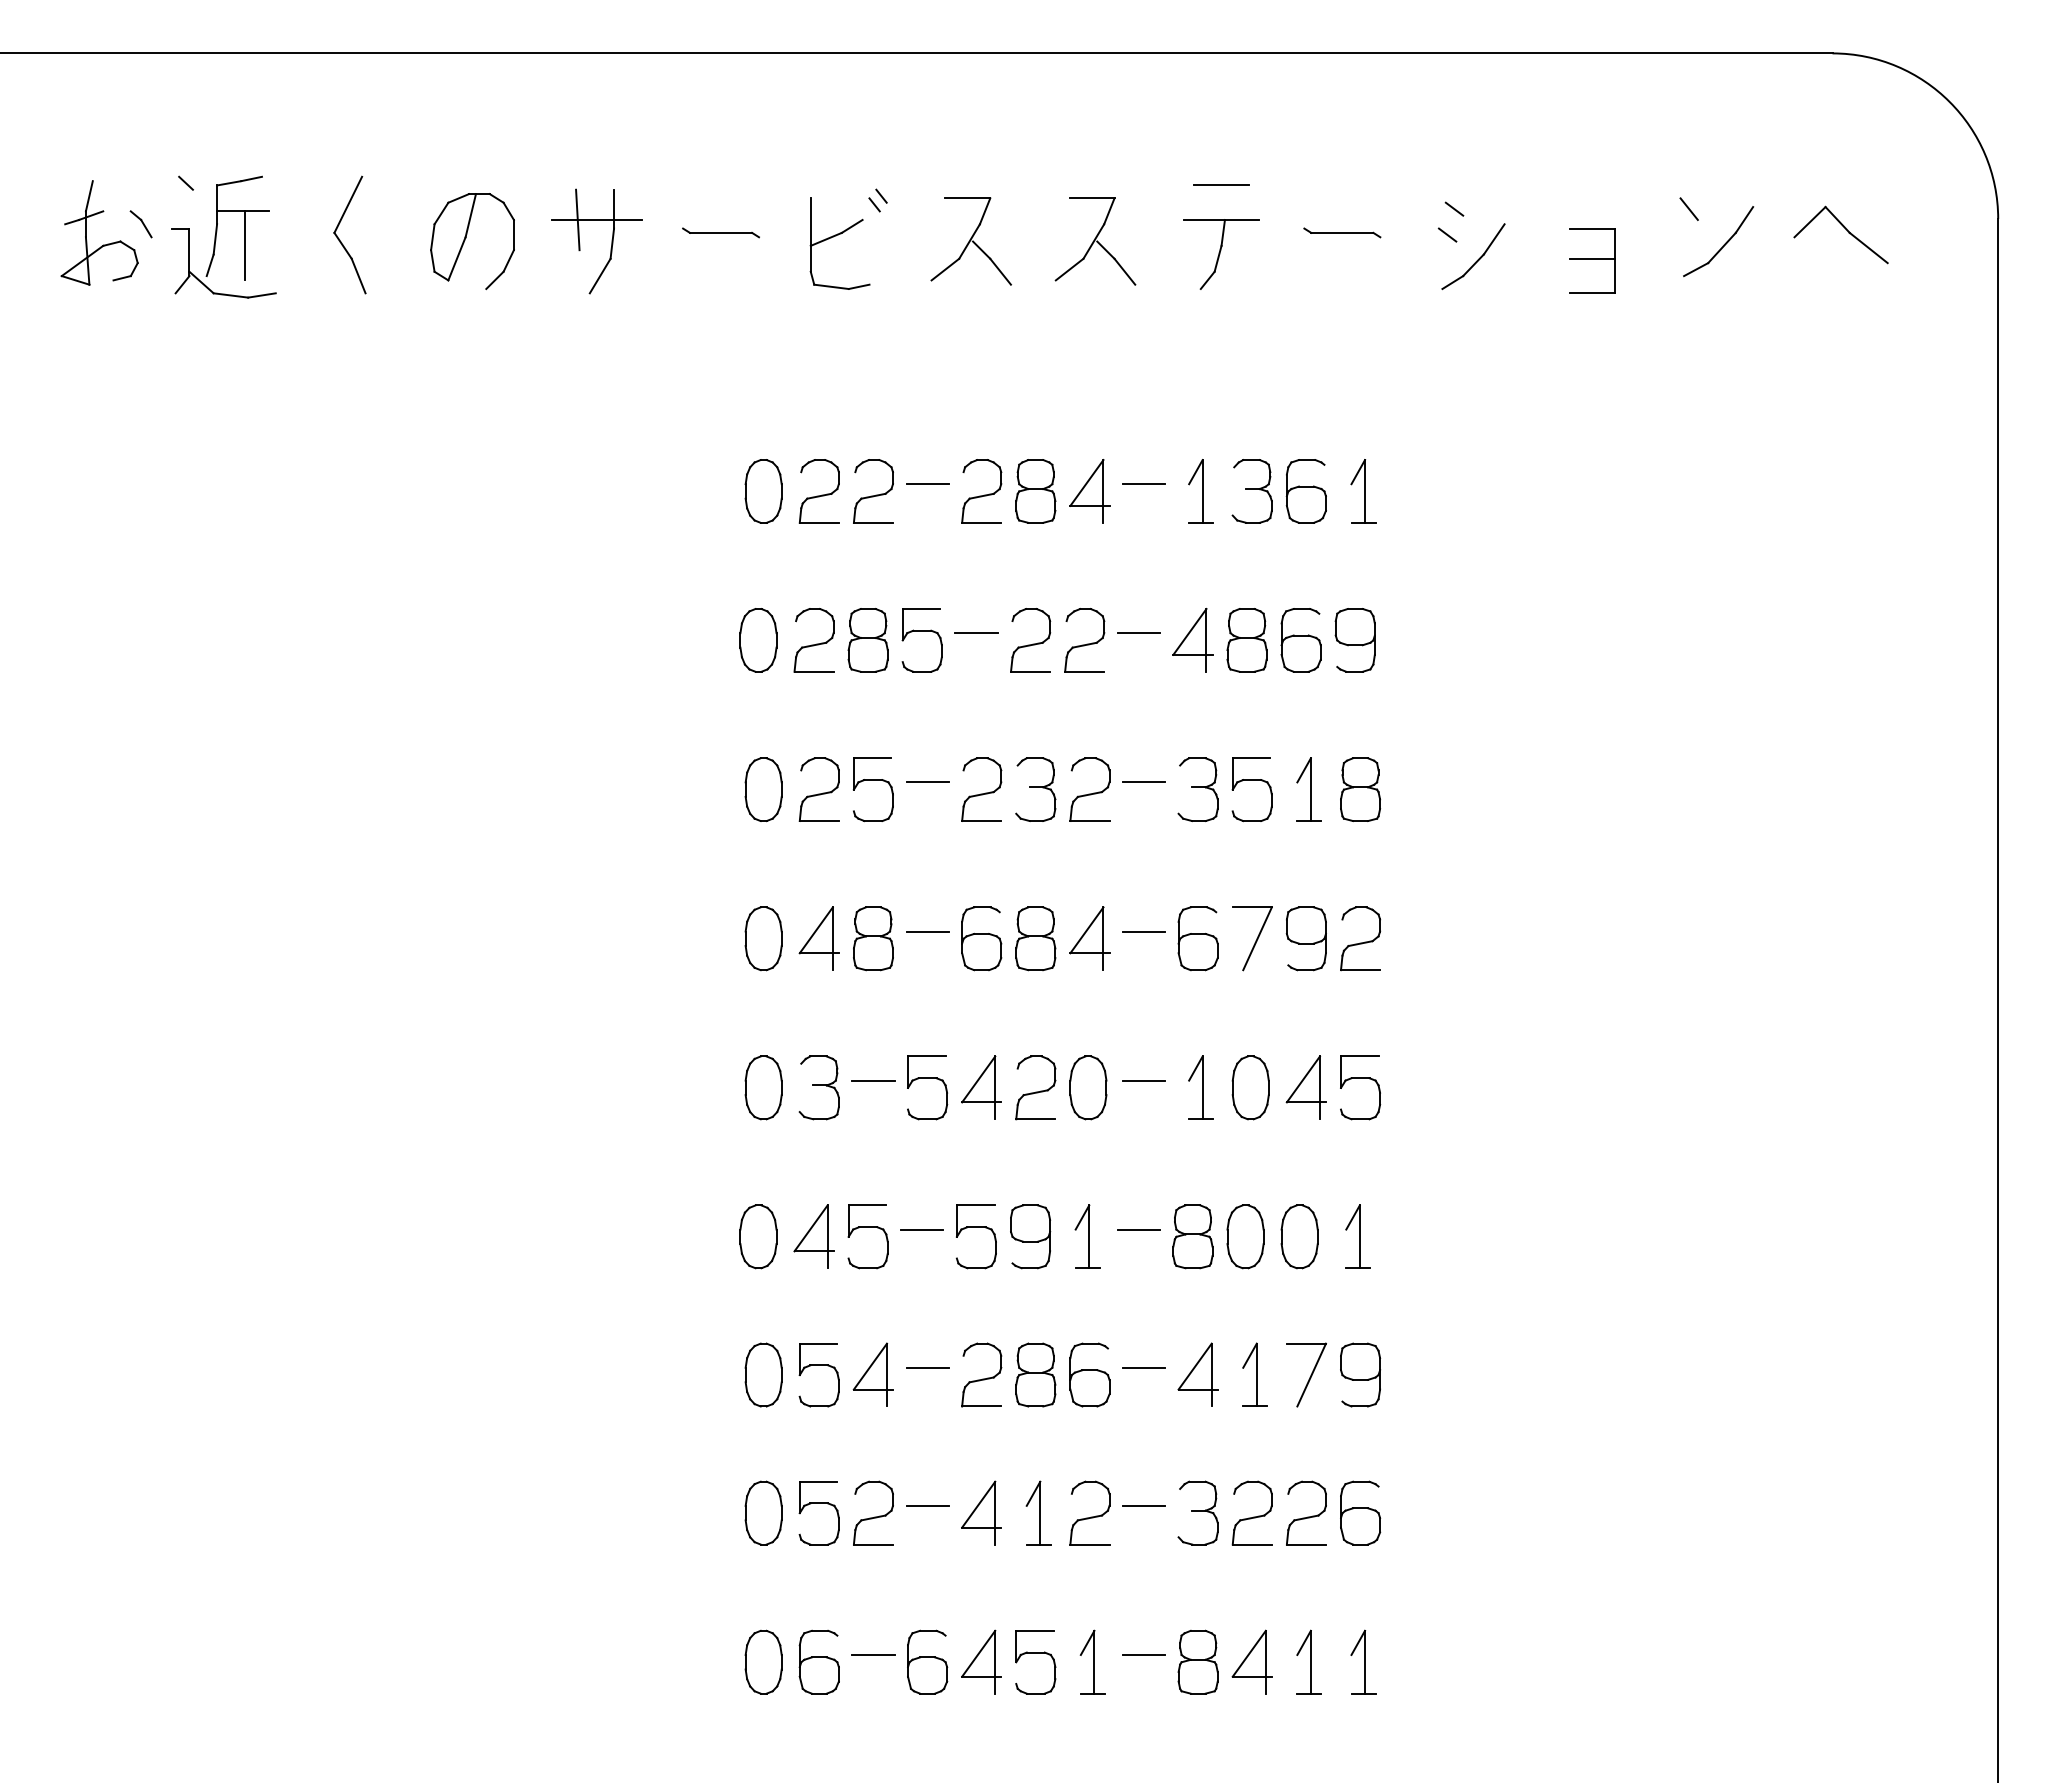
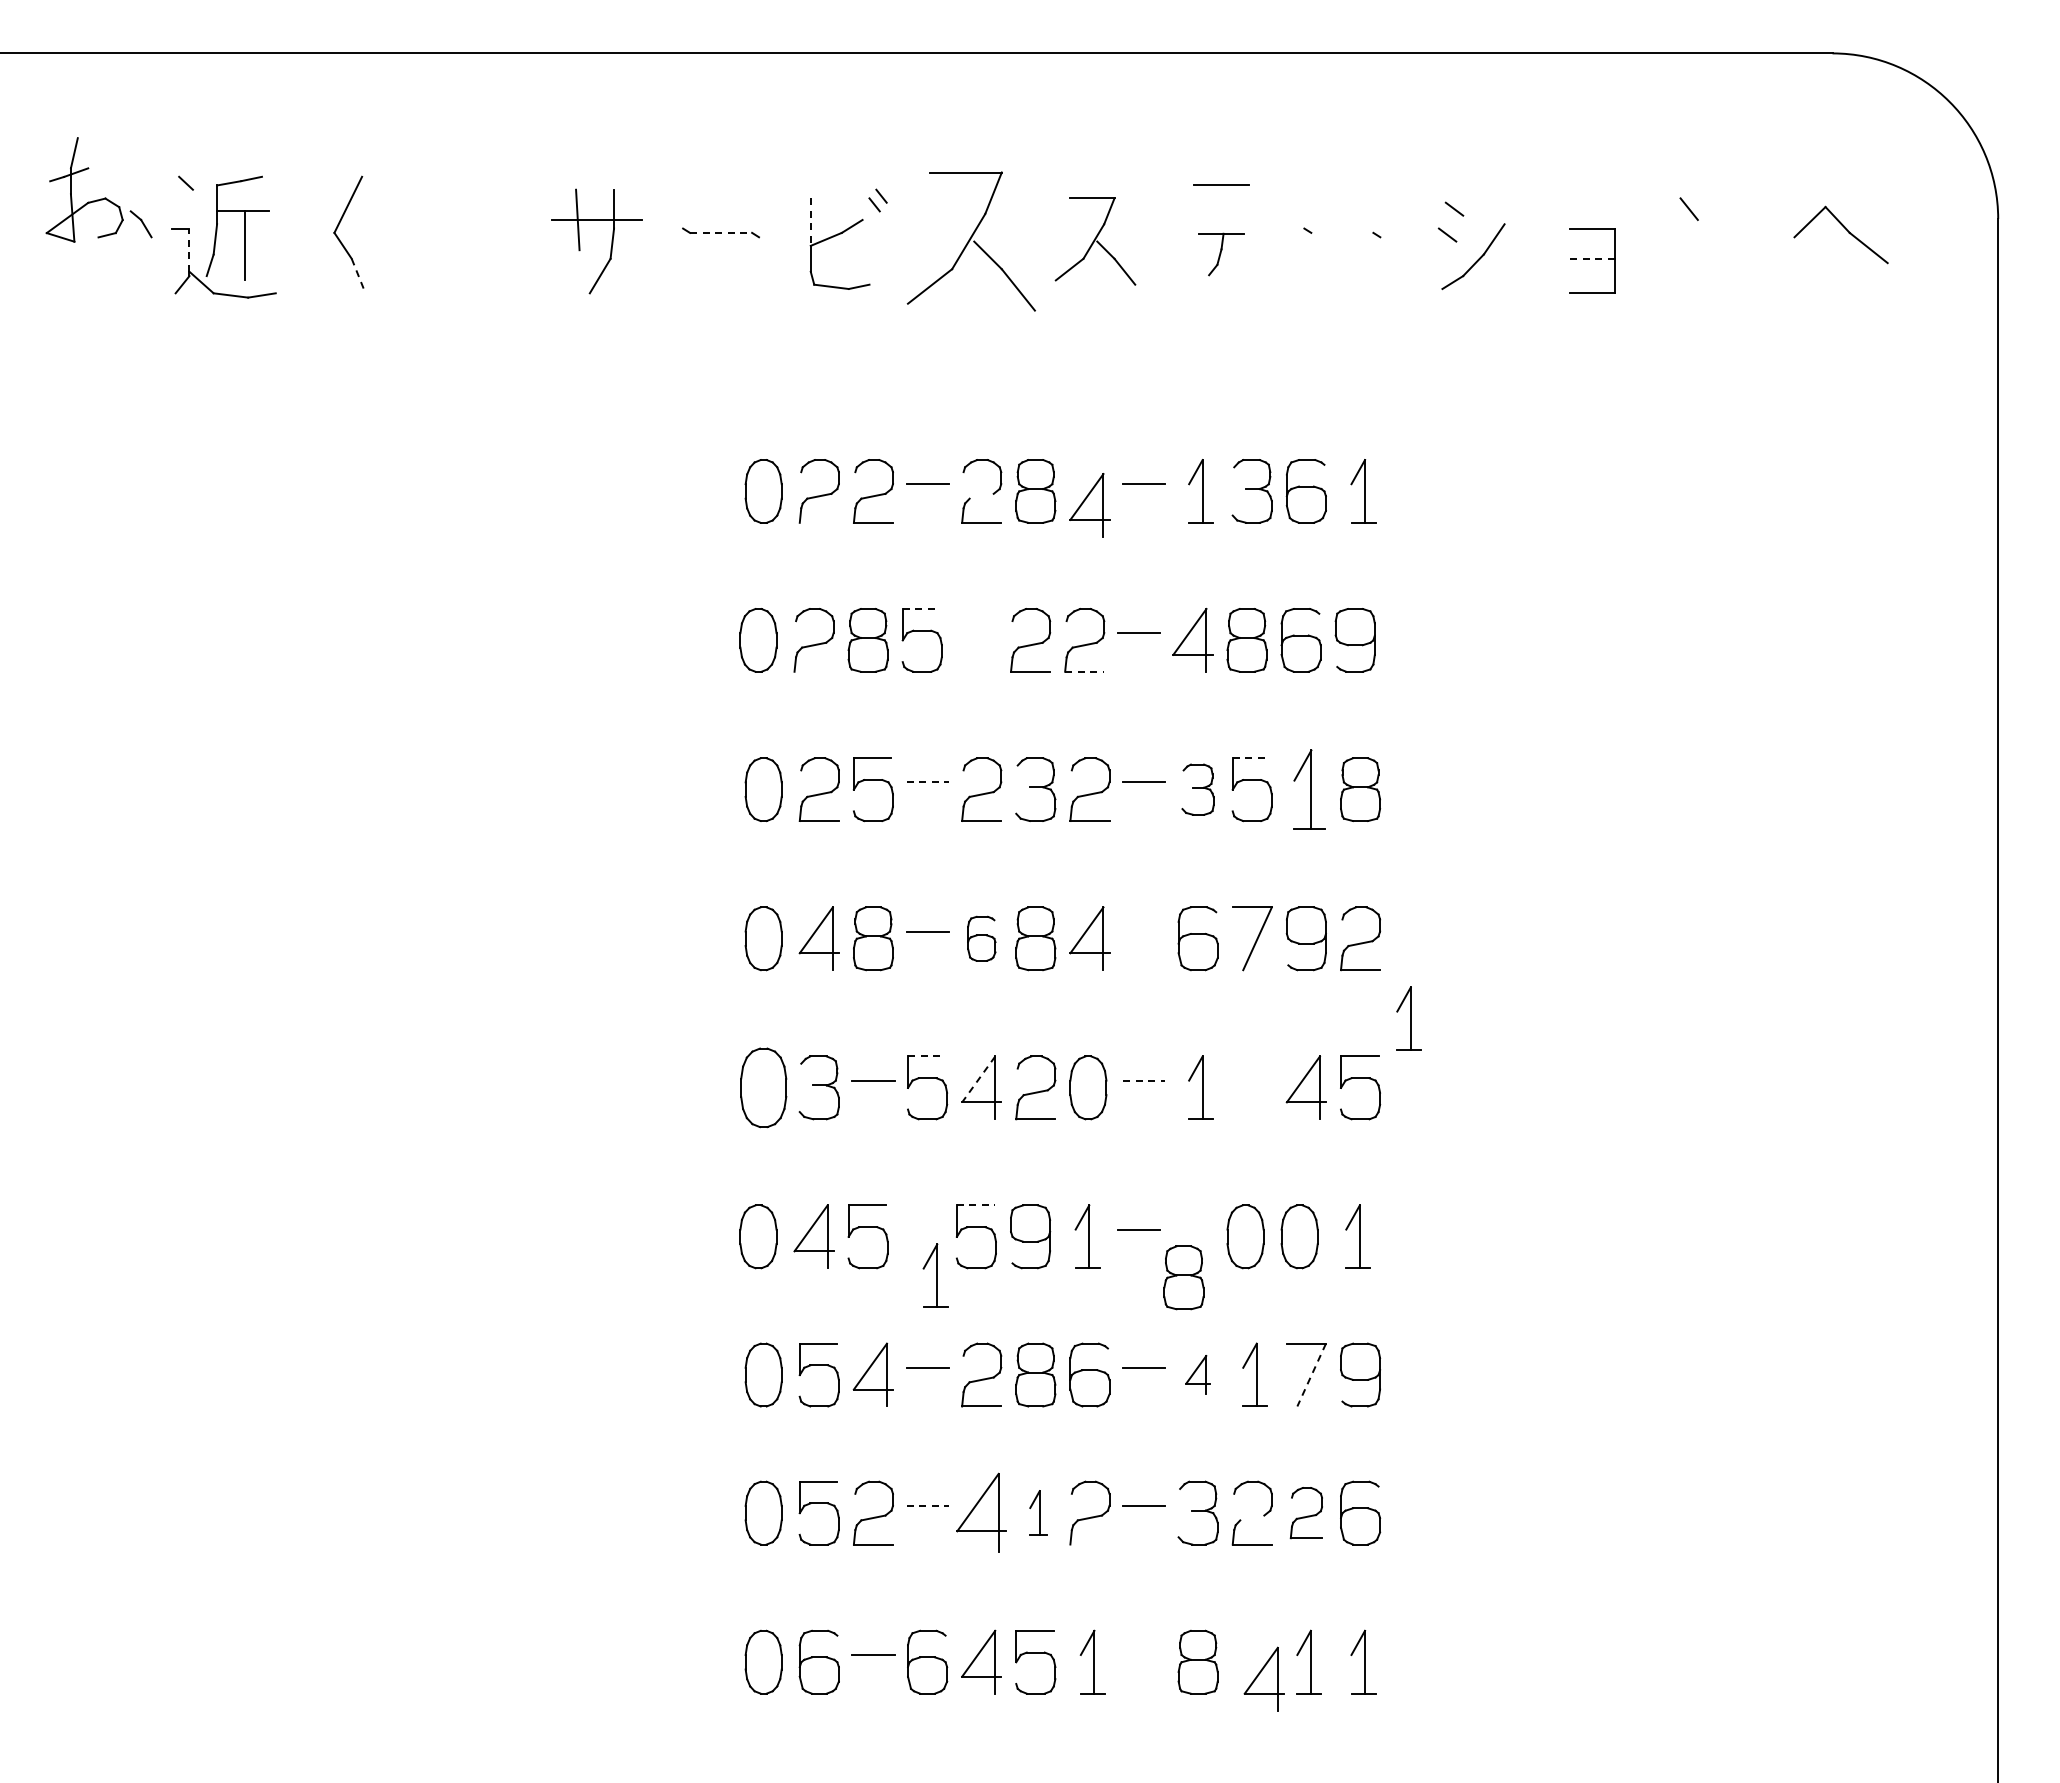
line at (810, 222): solid -> dashed
line at (721, 232): solid -> dashed
line at (1342, 232): present -> none
part at (466, 238): present -> none
part at (970, 241) size: 82x89 px -> 130x141 px
part at (1718, 241): present -> none
part at (103, 244) position: (103, 244) -> (88, 201)
line at (189, 250): solid -> dashed
part at (1221, 254) size: 77x71 px -> 47x45 px
line at (1593, 258): solid -> dashed
line at (358, 276): solid -> dashed
part at (1089, 491) position: (1089, 491) -> (1089, 505)
line at (981, 495): present -> none
line at (818, 522): present -> none
line at (921, 608): solid -> dashed
line at (976, 633): present -> none
line at (813, 671): present -> none
line at (1084, 671): solid -> dashed
line at (1251, 758): solid -> dashed
line at (928, 782): solid -> dashed
part at (1197, 789) size: 42x66 px -> 34x53 px
part at (1308, 789) size: 26x65 px -> 33x81 px
line at (1143, 931): present -> none
part at (981, 938) size: 42x66 px -> 30x47 px
part at (1408, 1018): none -> present
line at (926, 1056): solid -> dashed
line at (978, 1079): solid -> dashed
line at (1144, 1080): solid -> dashed
part at (763, 1087) size: 39x66 px -> 48x82 px
part at (1250, 1087): present -> none
line at (975, 1205): solid -> dashed
line at (922, 1229): present -> none
part at (1192, 1236) position: (1192, 1236) -> (1183, 1277)
part at (935, 1275): none -> present
part at (1197, 1374) size: 42x65 px -> 26x40 px
line at (1311, 1375): solid -> dashed
line at (928, 1505): solid -> dashed
part at (981, 1512) size: 41x66 px -> 51x81 px
part at (1038, 1512) size: 27x66 px -> 19x46 px
part at (1306, 1512) size: 41x66 px -> 34x53 px
line at (1252, 1517): present -> none
line at (1089, 1544): present -> none
line at (1144, 1654): present -> none
part at (1251, 1661) position: (1251, 1661) -> (1263, 1678)
